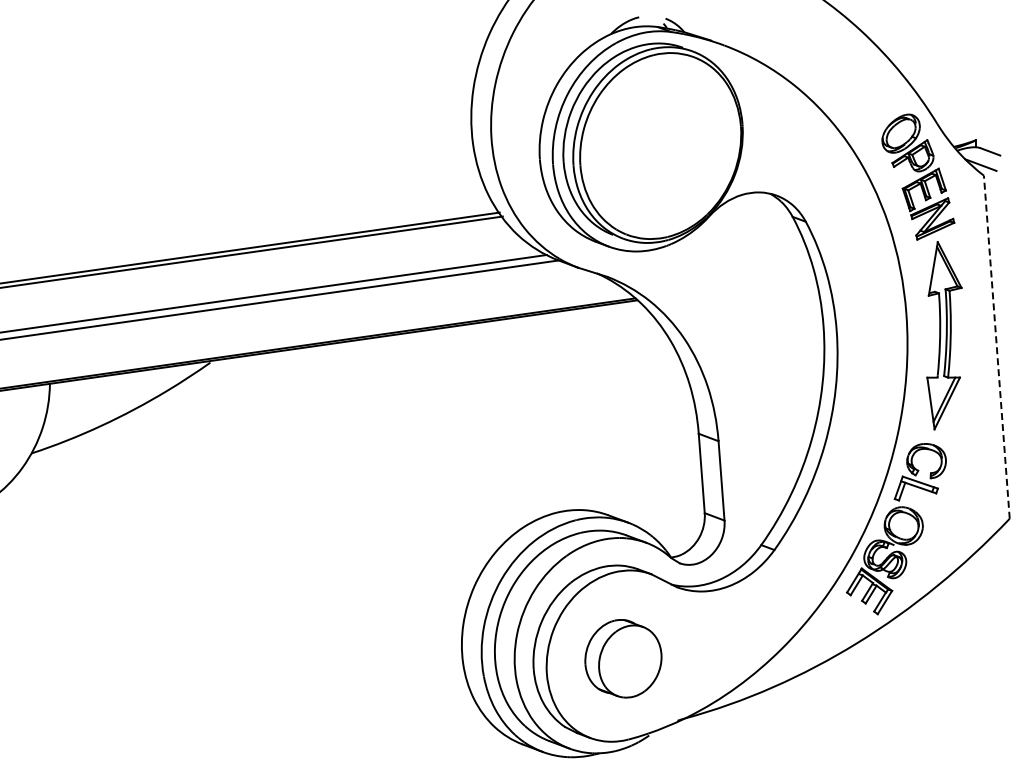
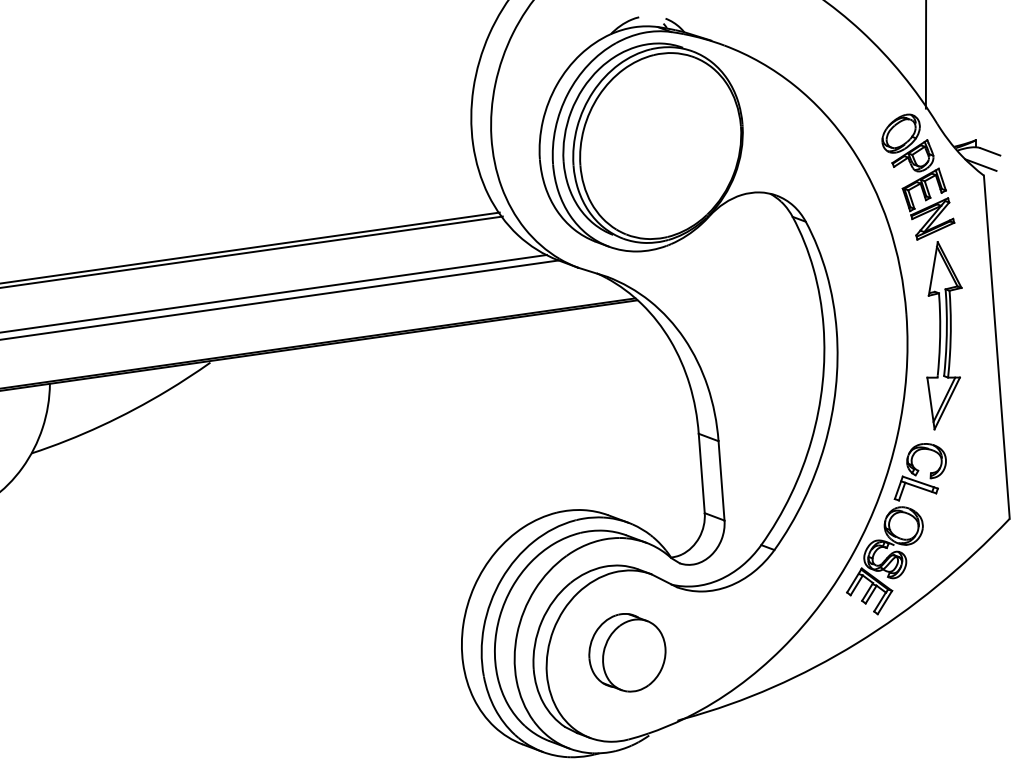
line at (925, 55): none -> present
line at (996, 346): dashed -> solid
part at (623, 658) position: (623, 658) -> (627, 652)
